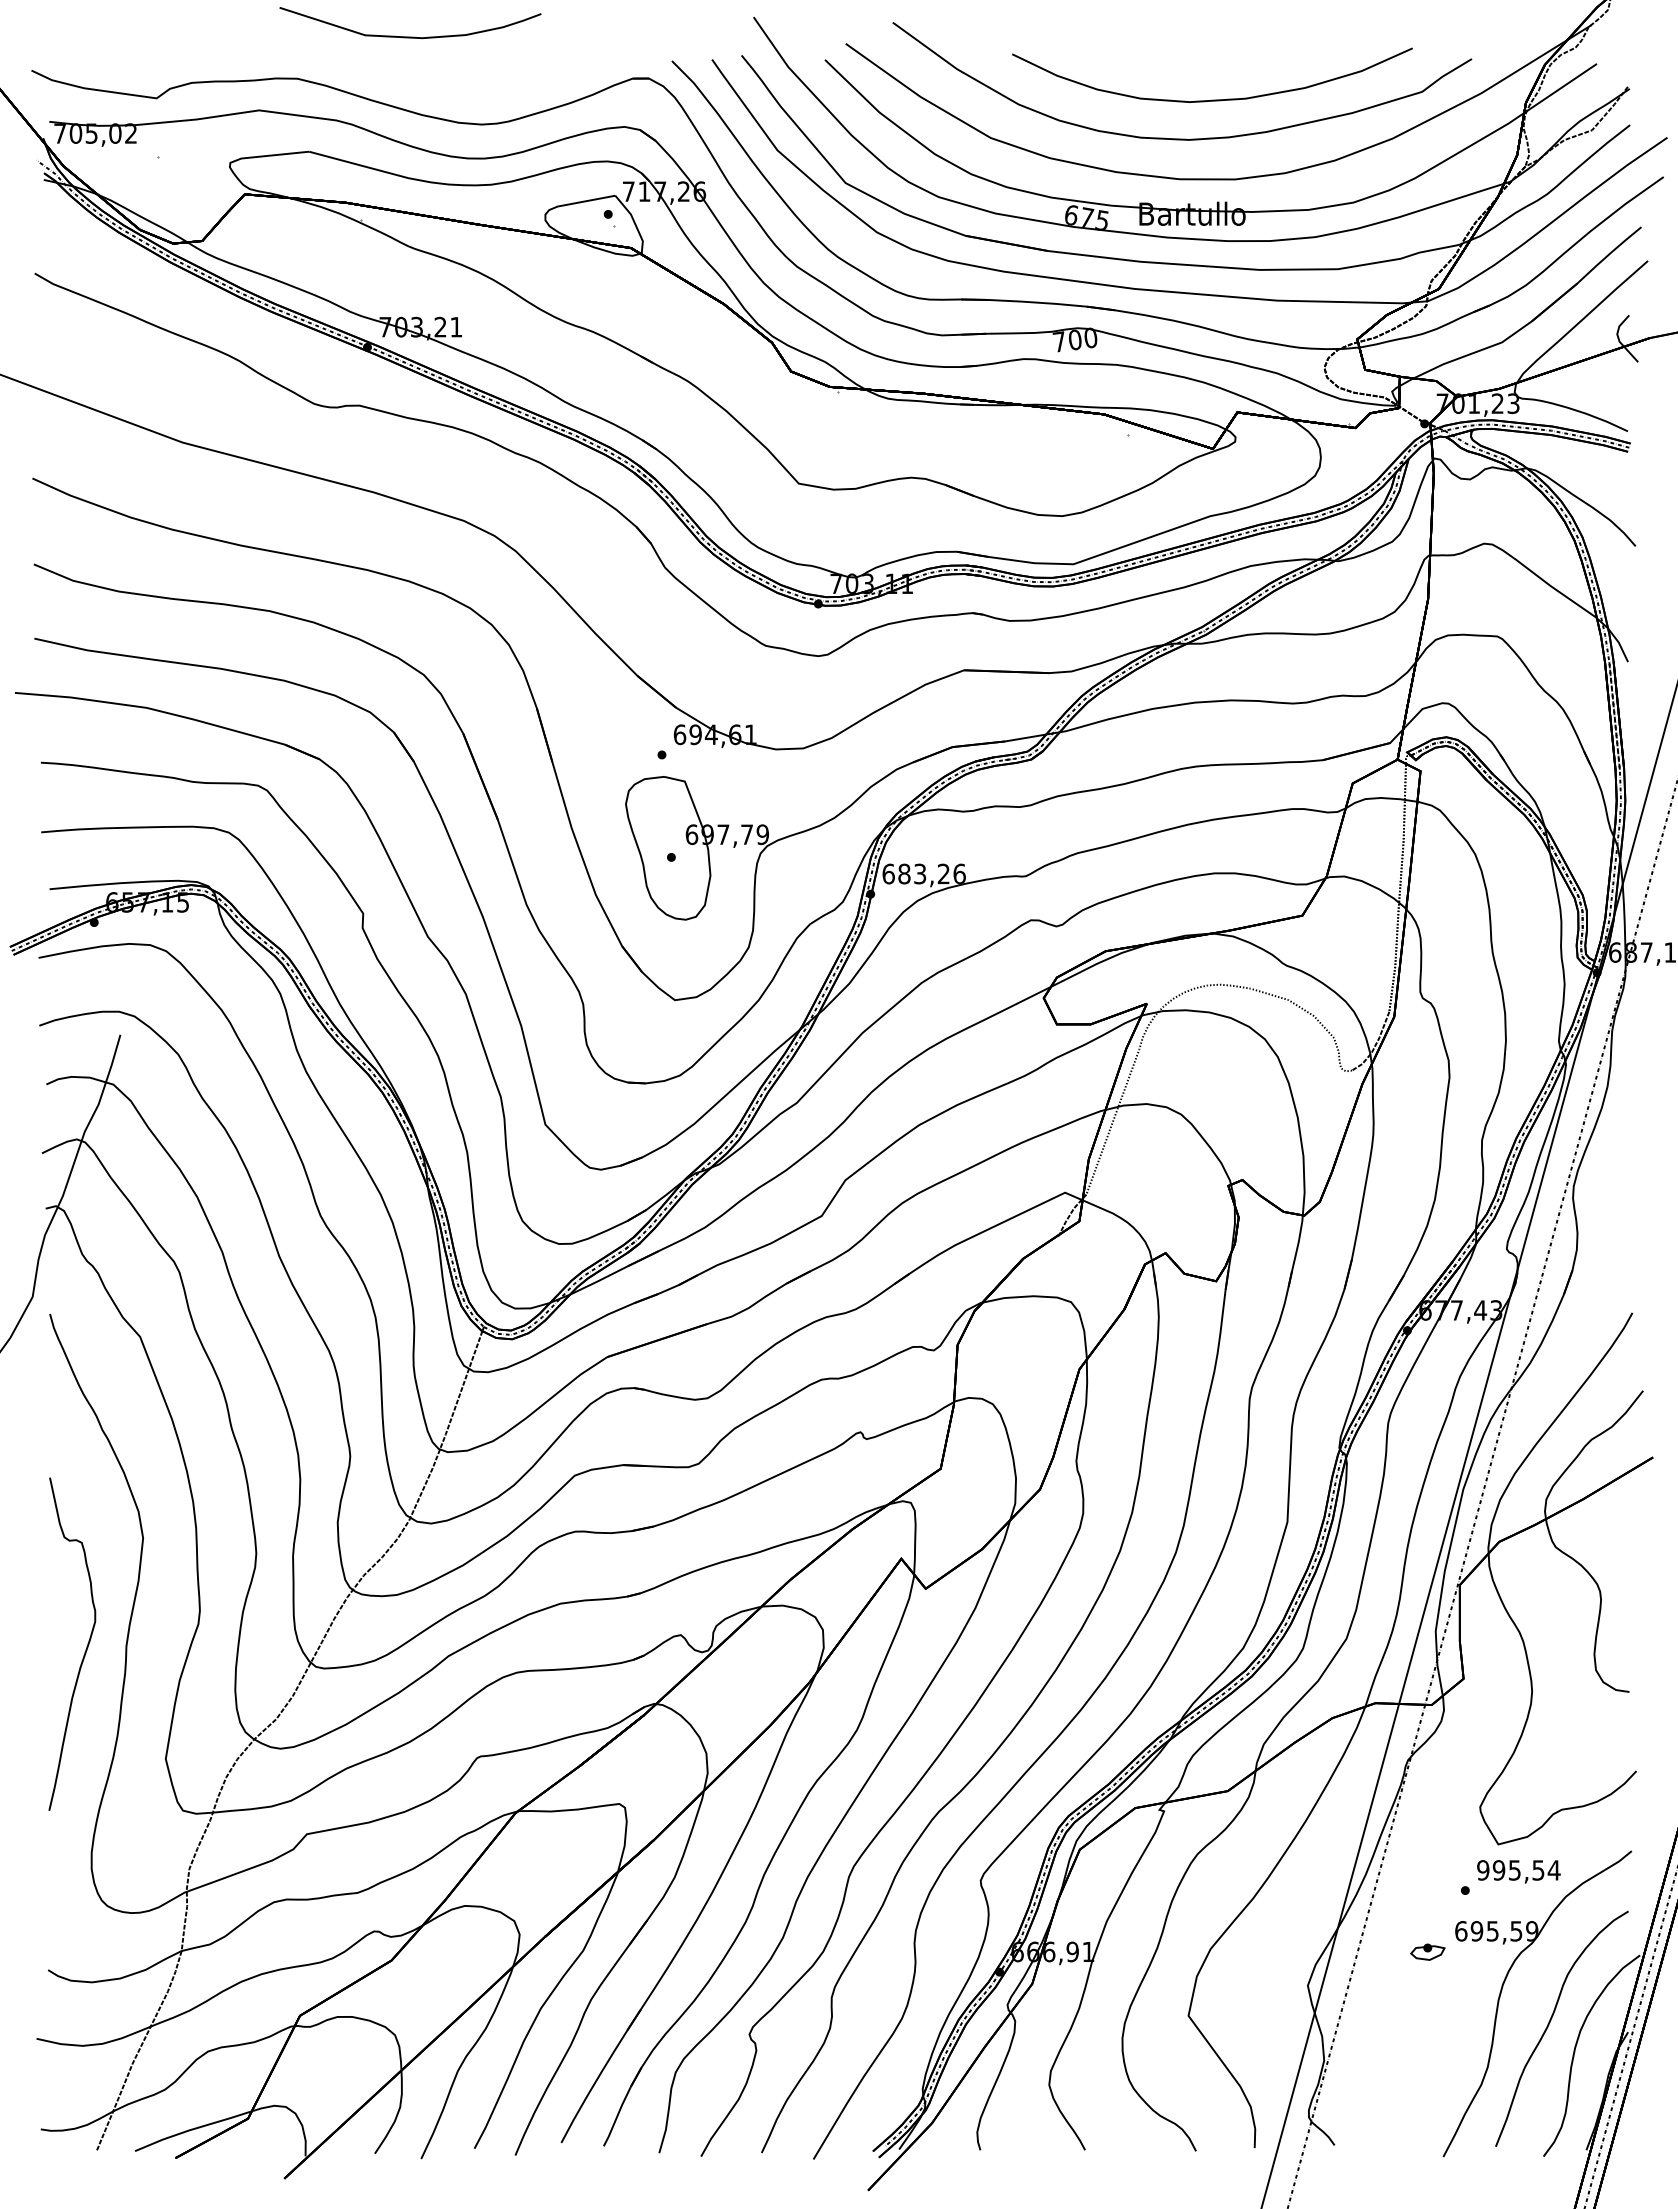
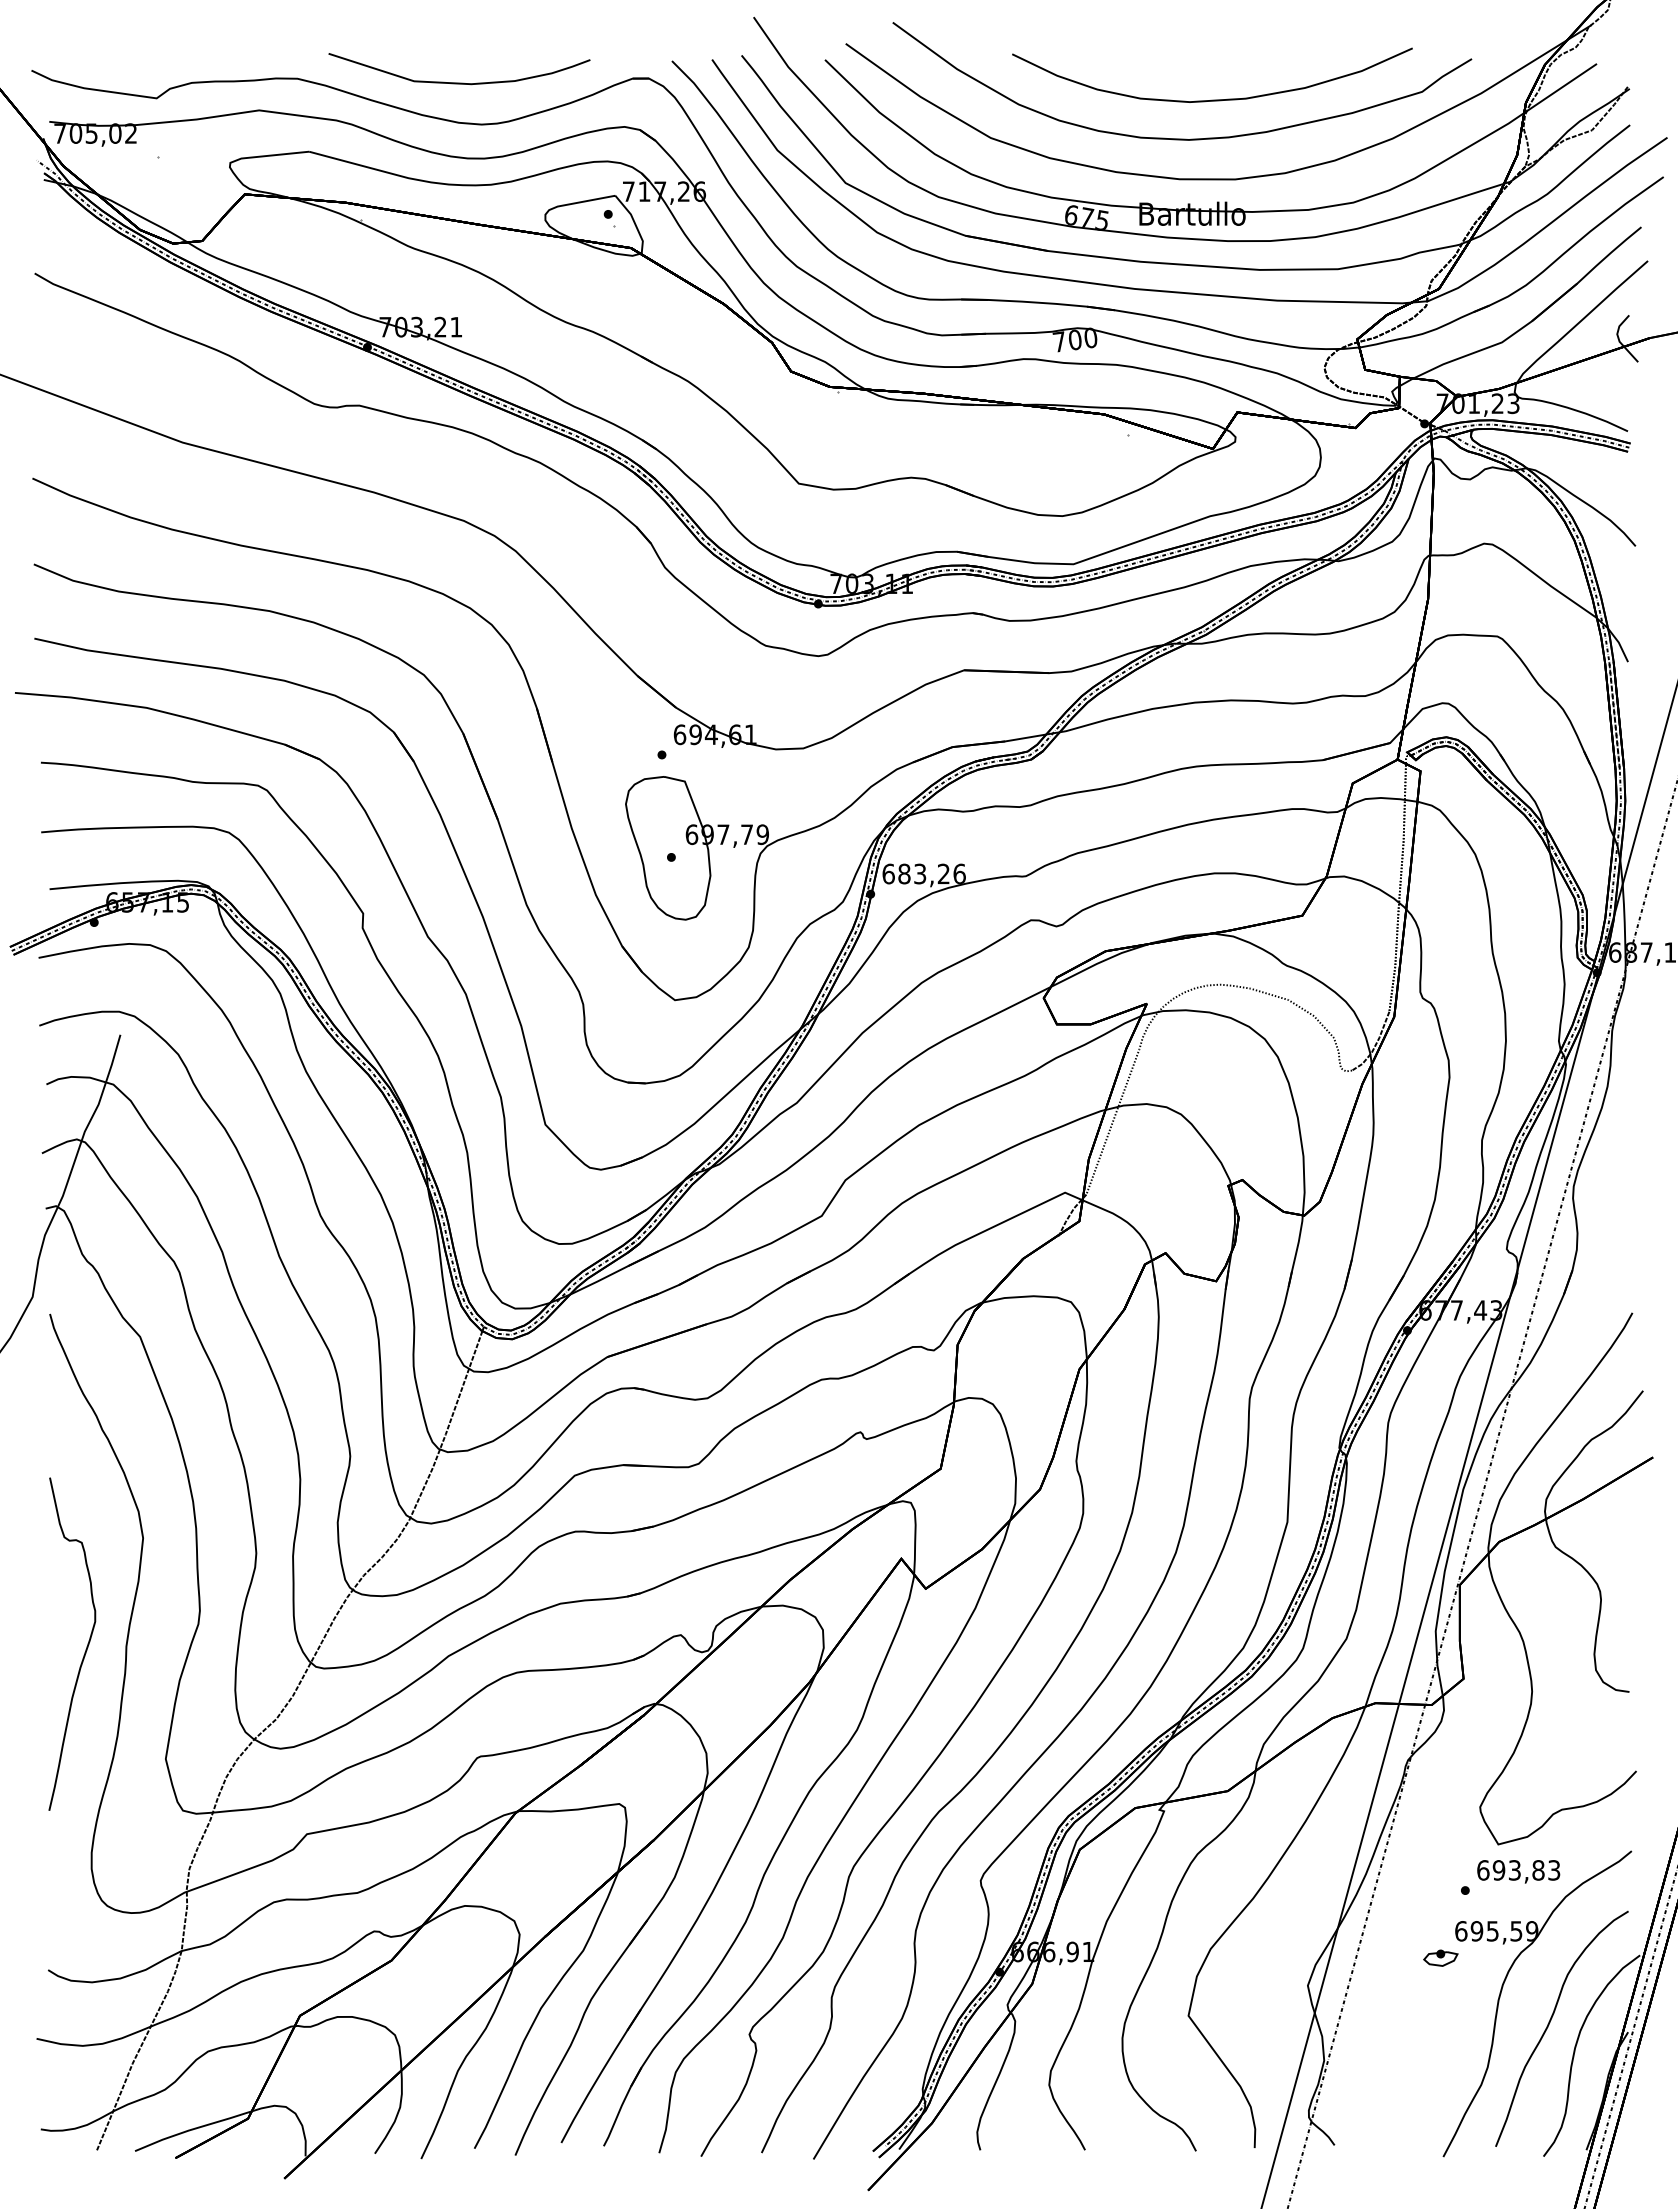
curve at (410, 36) position: (410, 36) -> (459, 82)
text at (1518, 1870): 995,54 -> 693,83
part at (1427, 1951) position: (1427, 1951) -> (1440, 1957)
